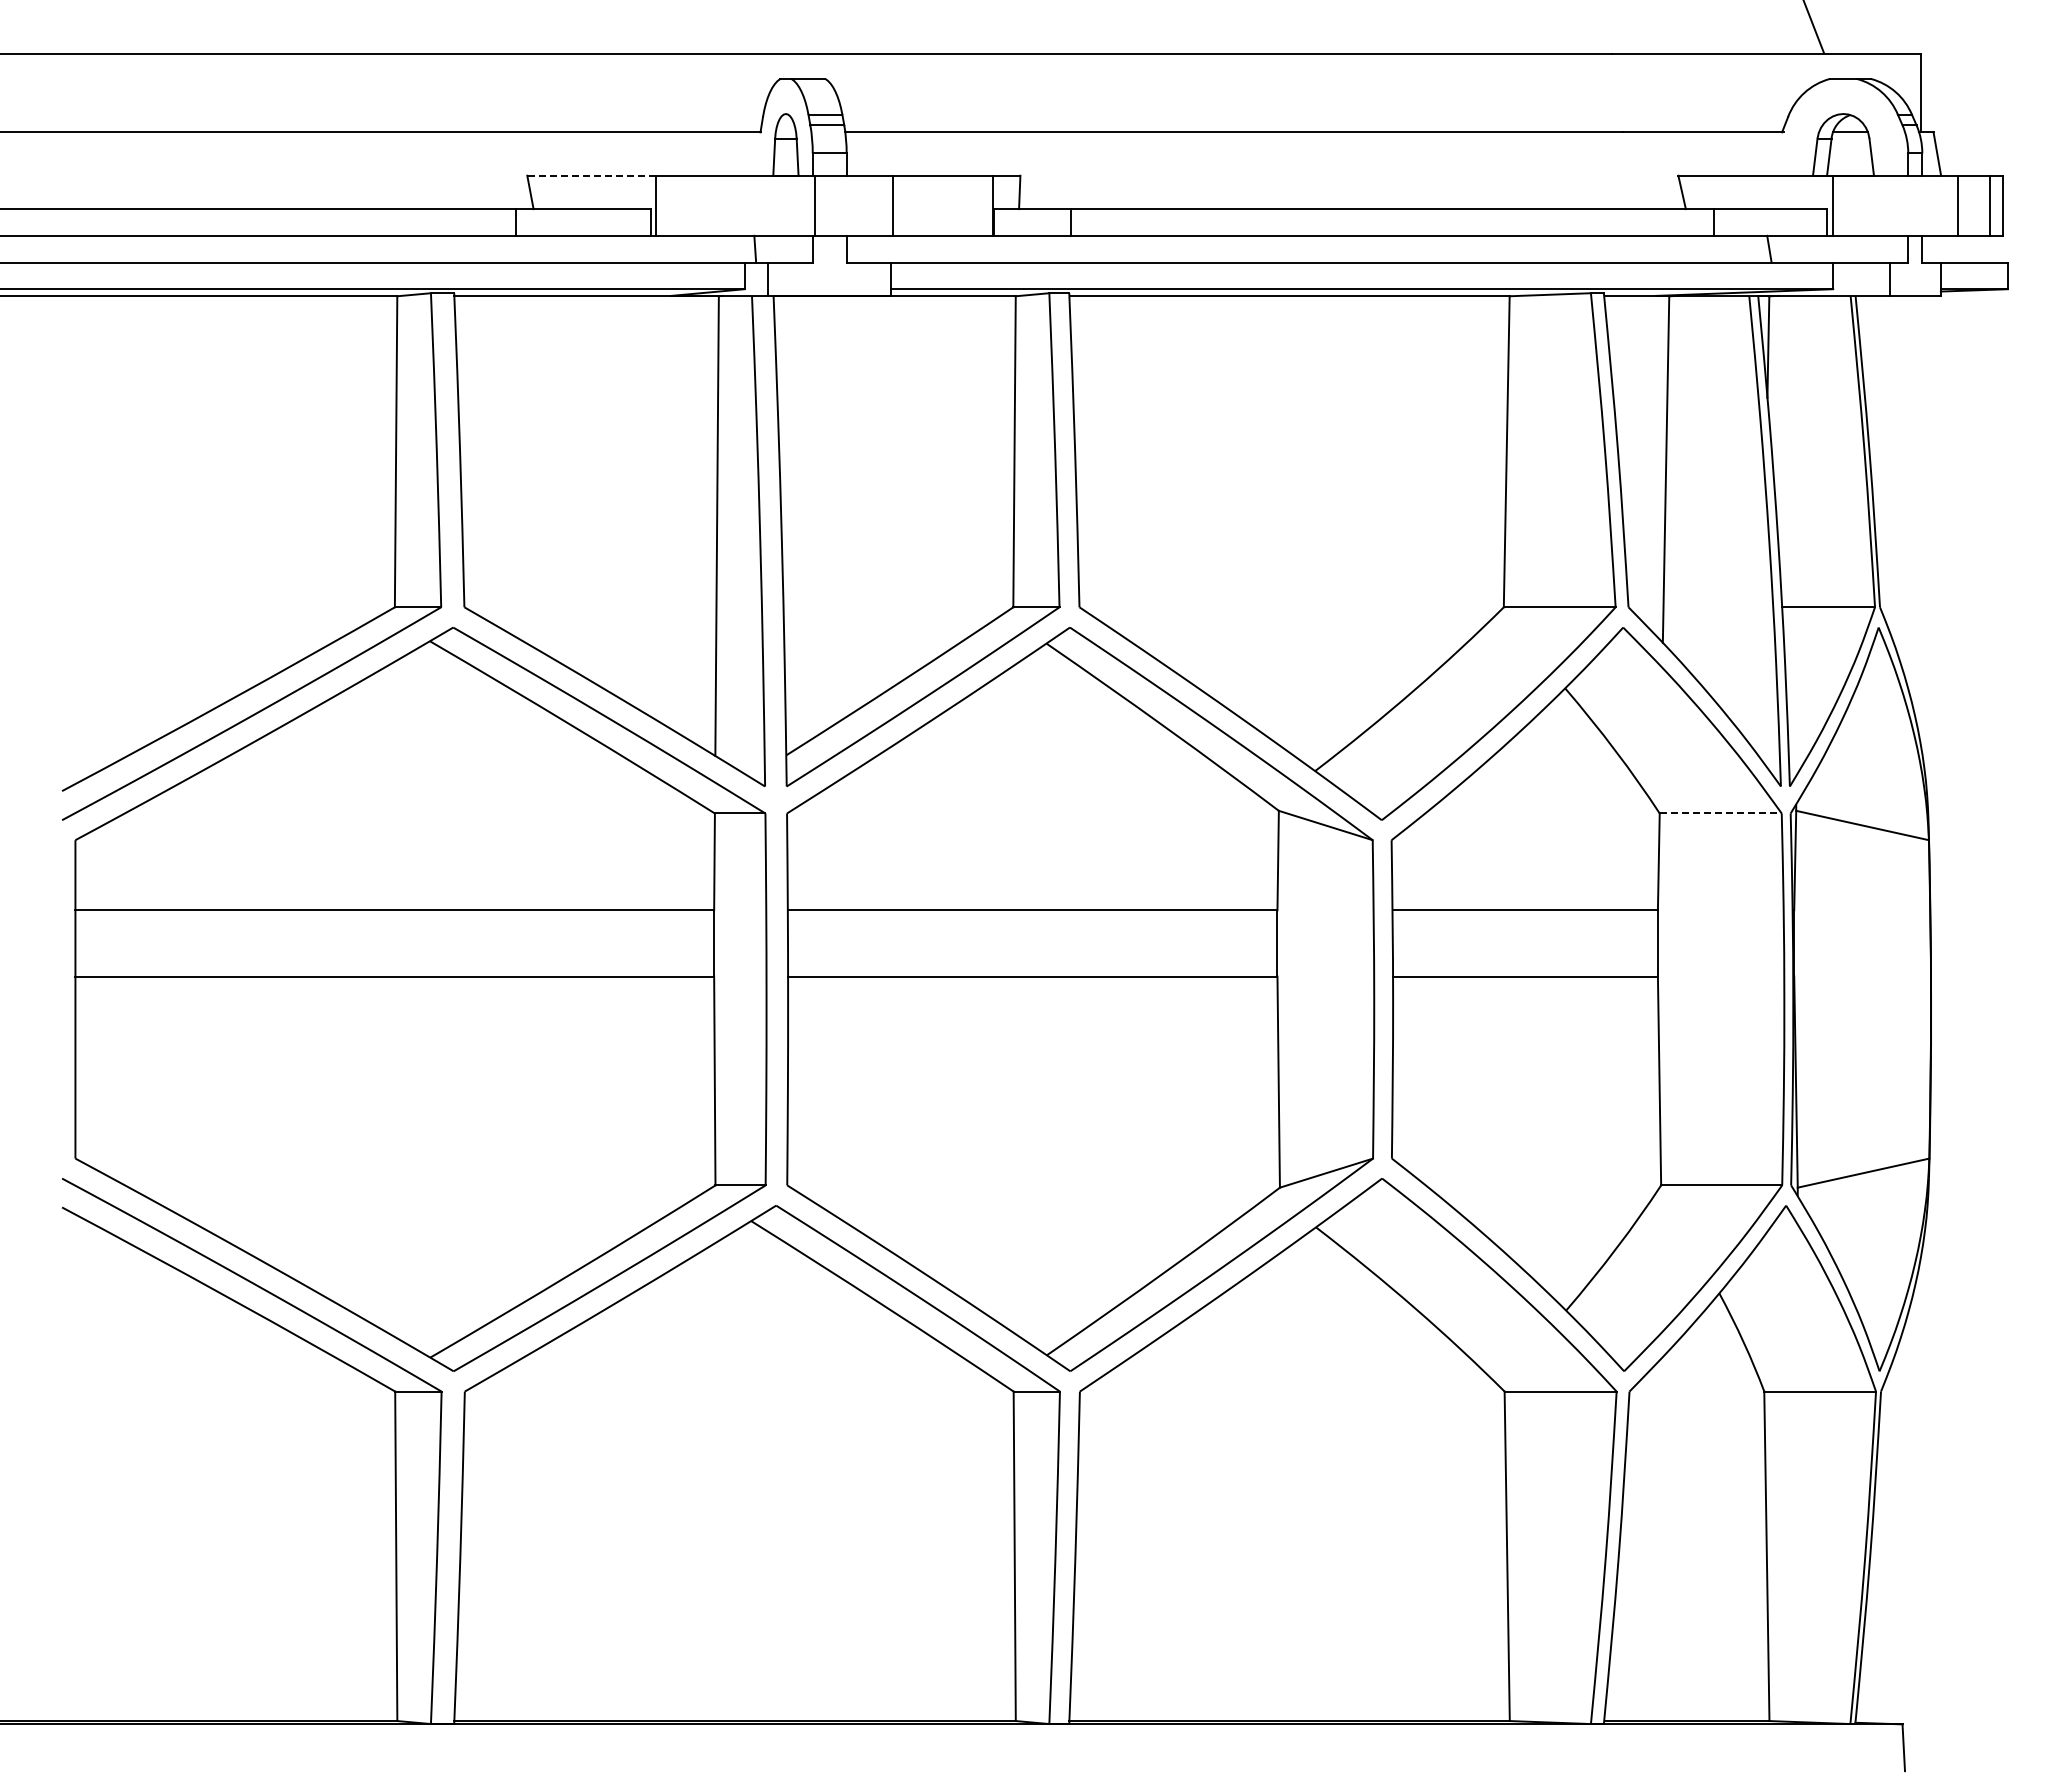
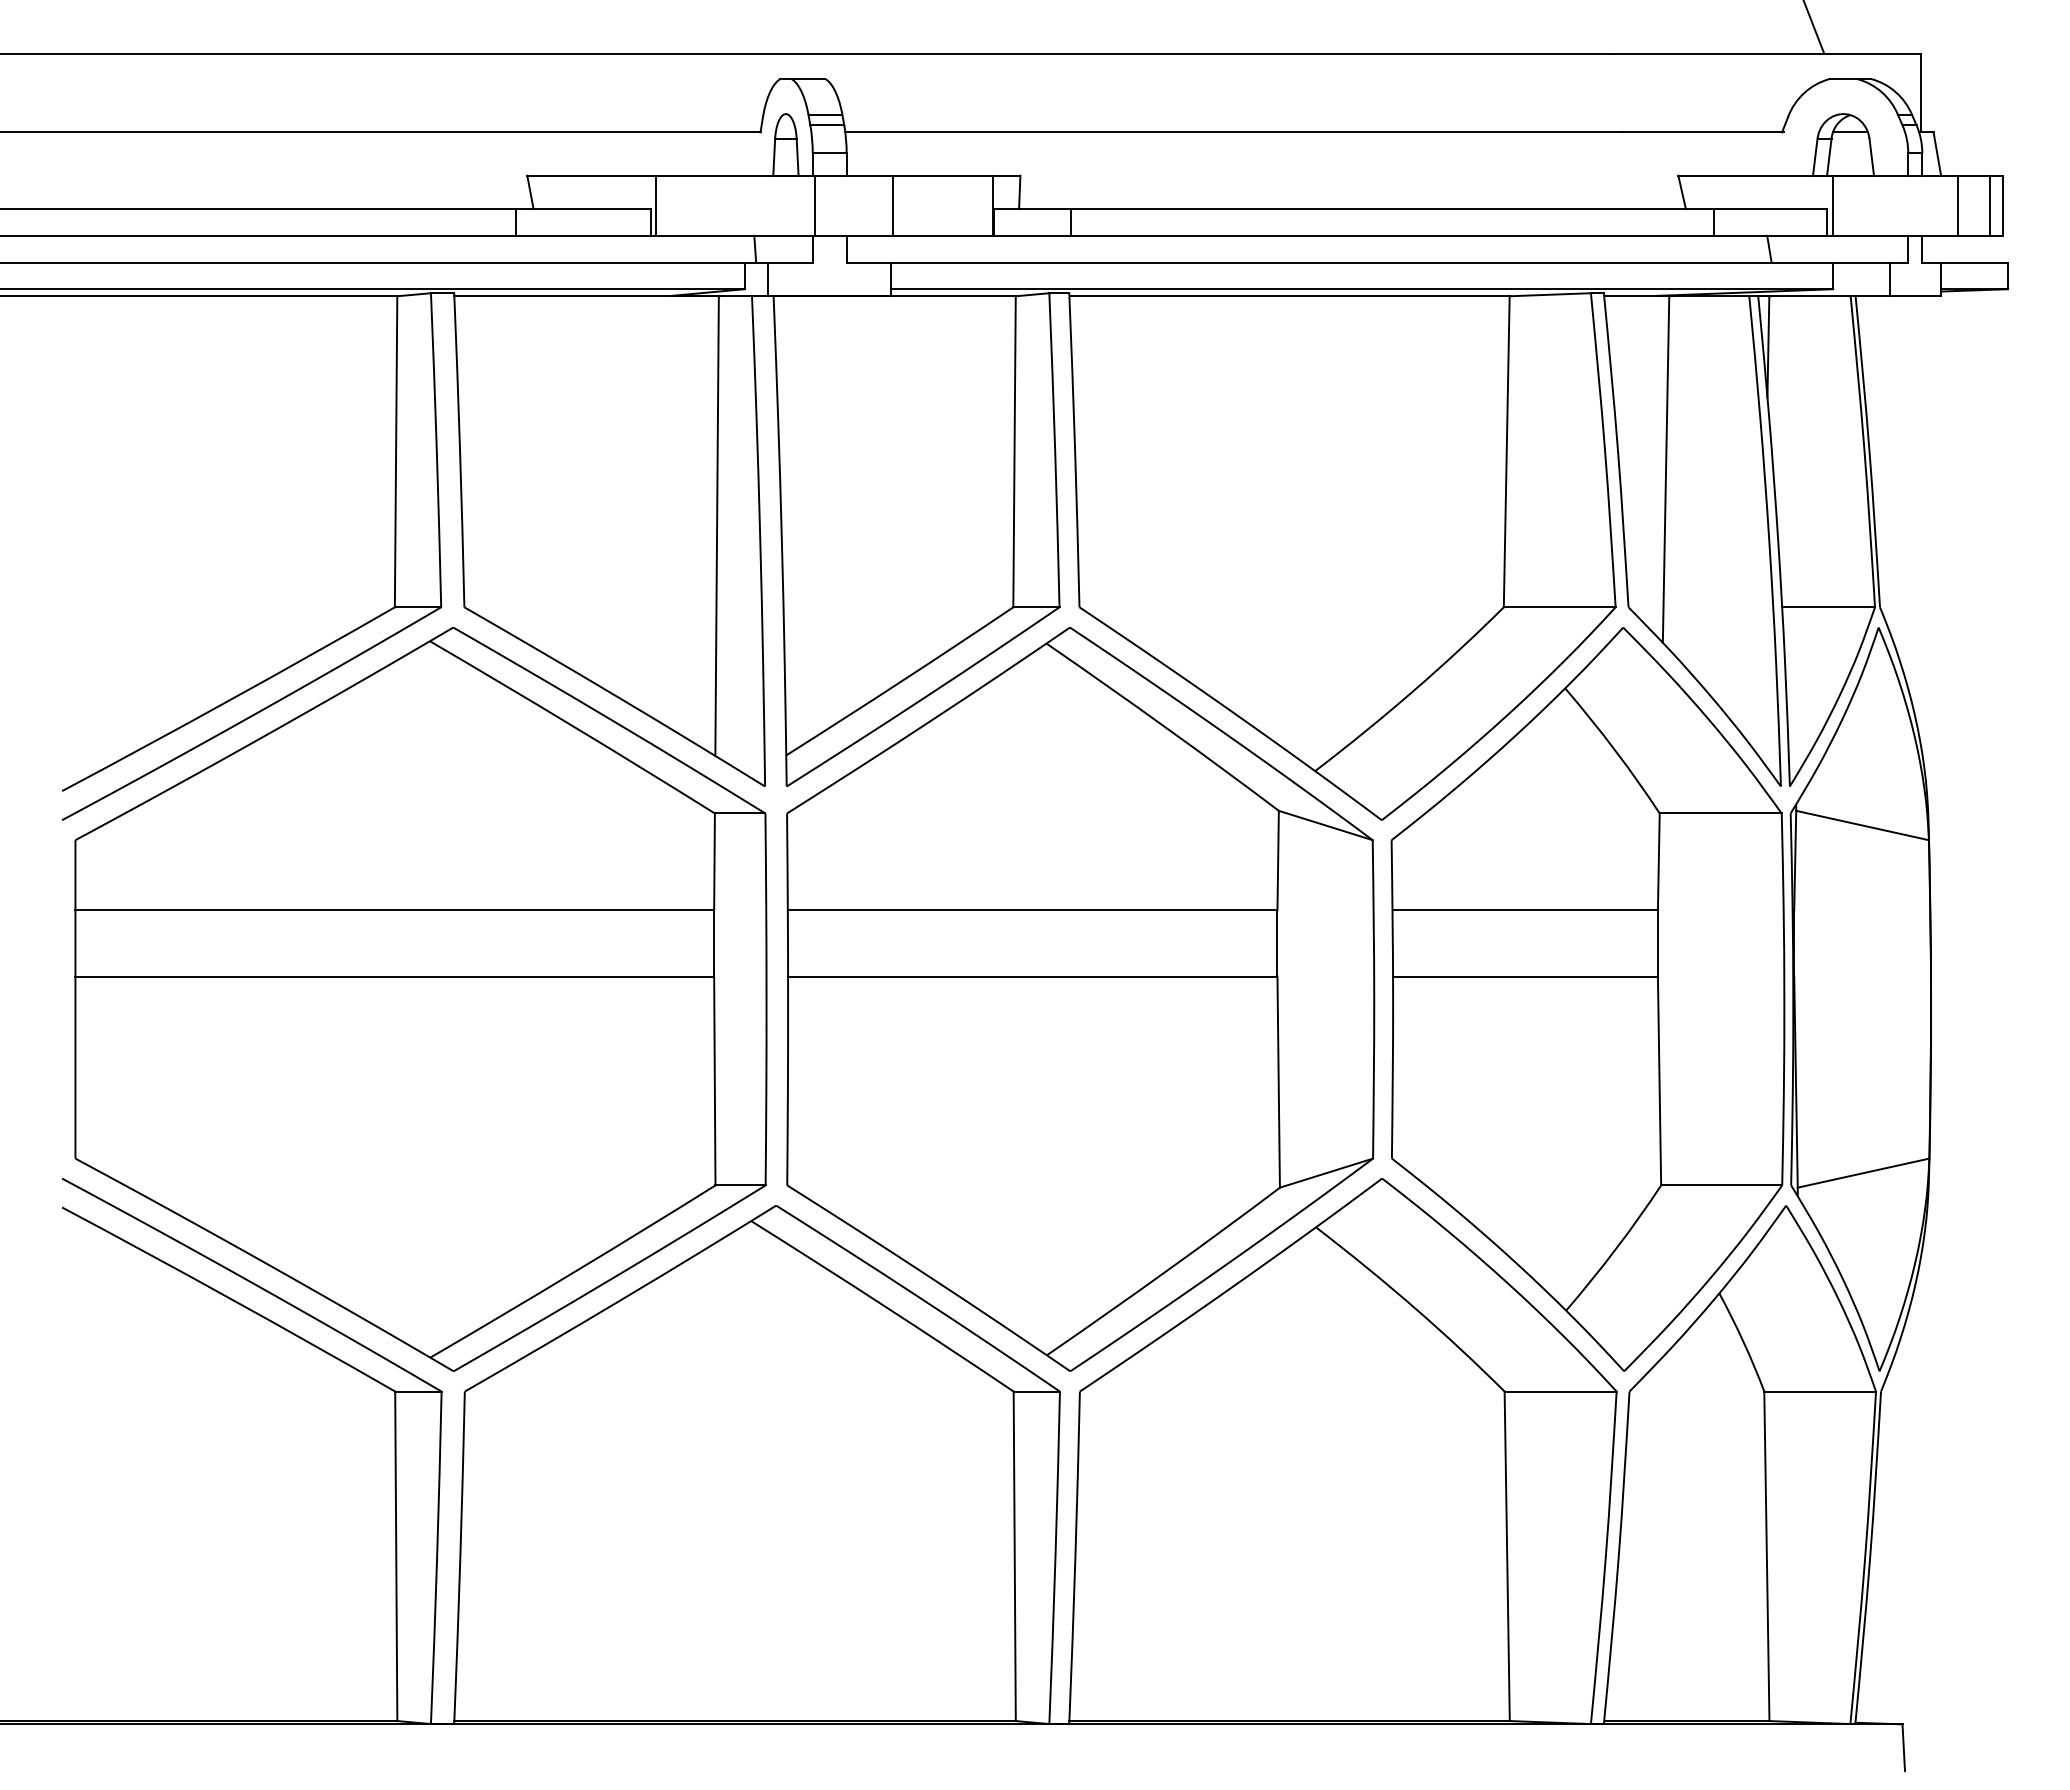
line at (590, 175): dashed -> solid
line at (1721, 813): dashed -> solid
